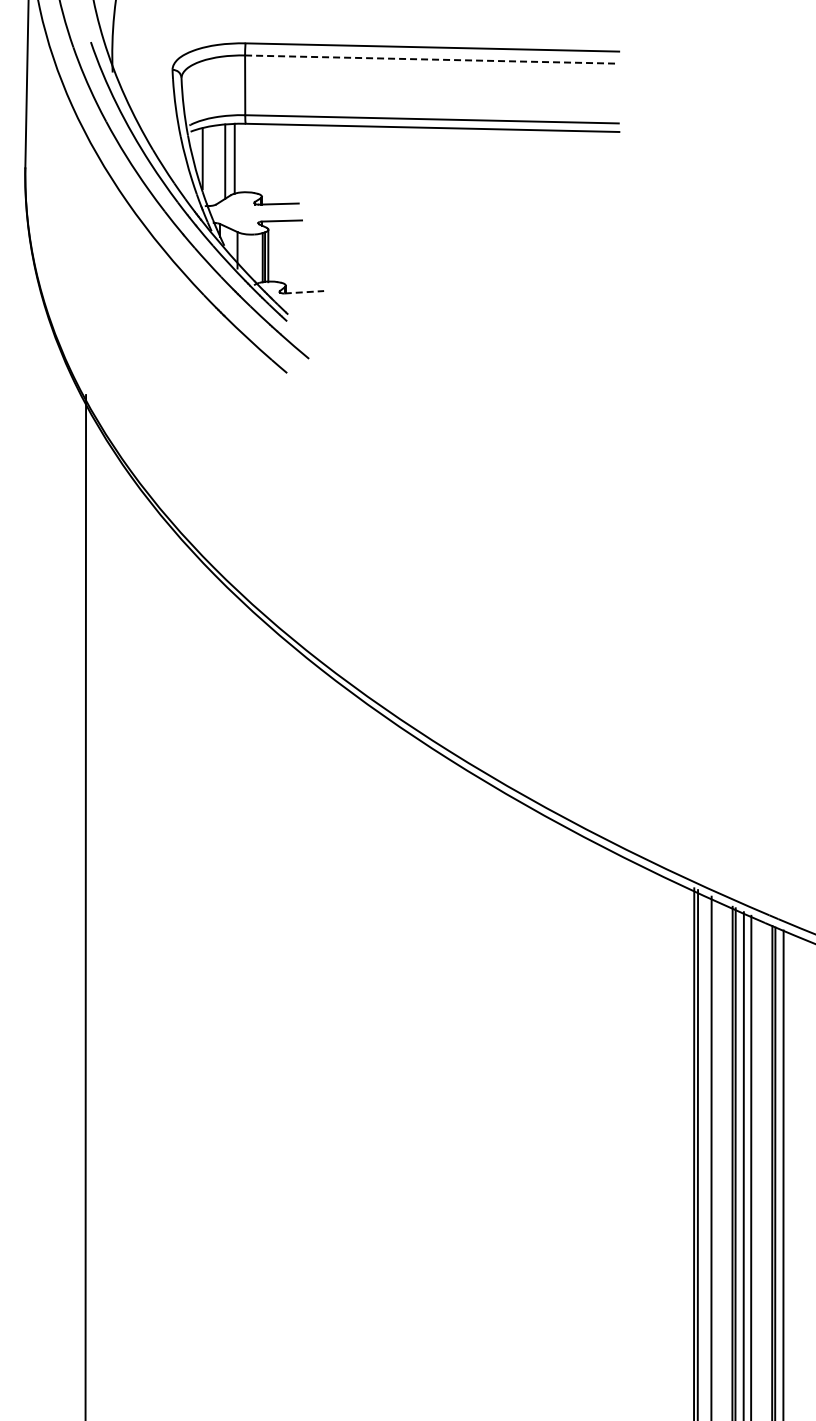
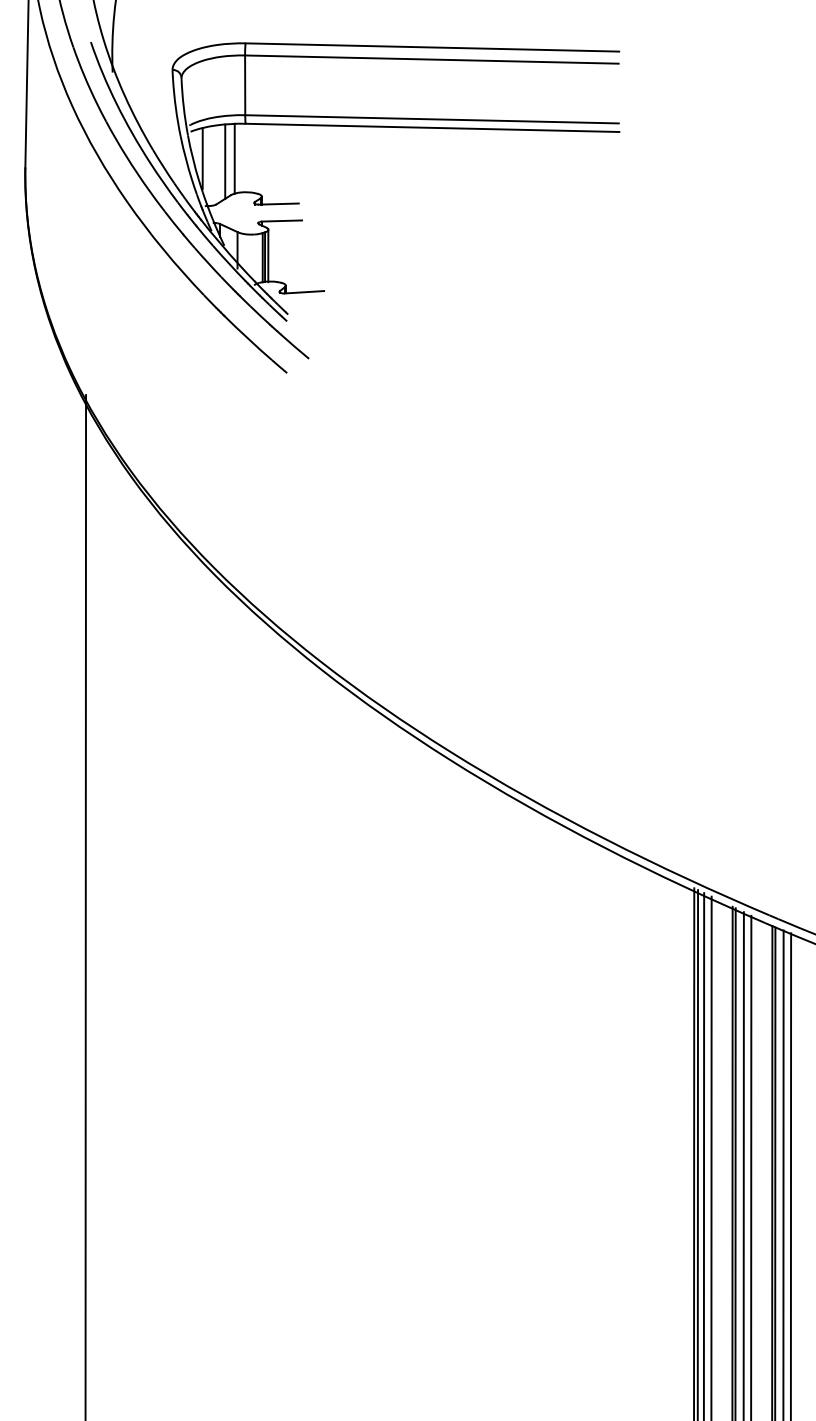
line at (431, 59): dashed -> solid
line at (304, 292): dashed -> solid
line at (703, 1155): none -> present
line at (790, 1175): none -> present
